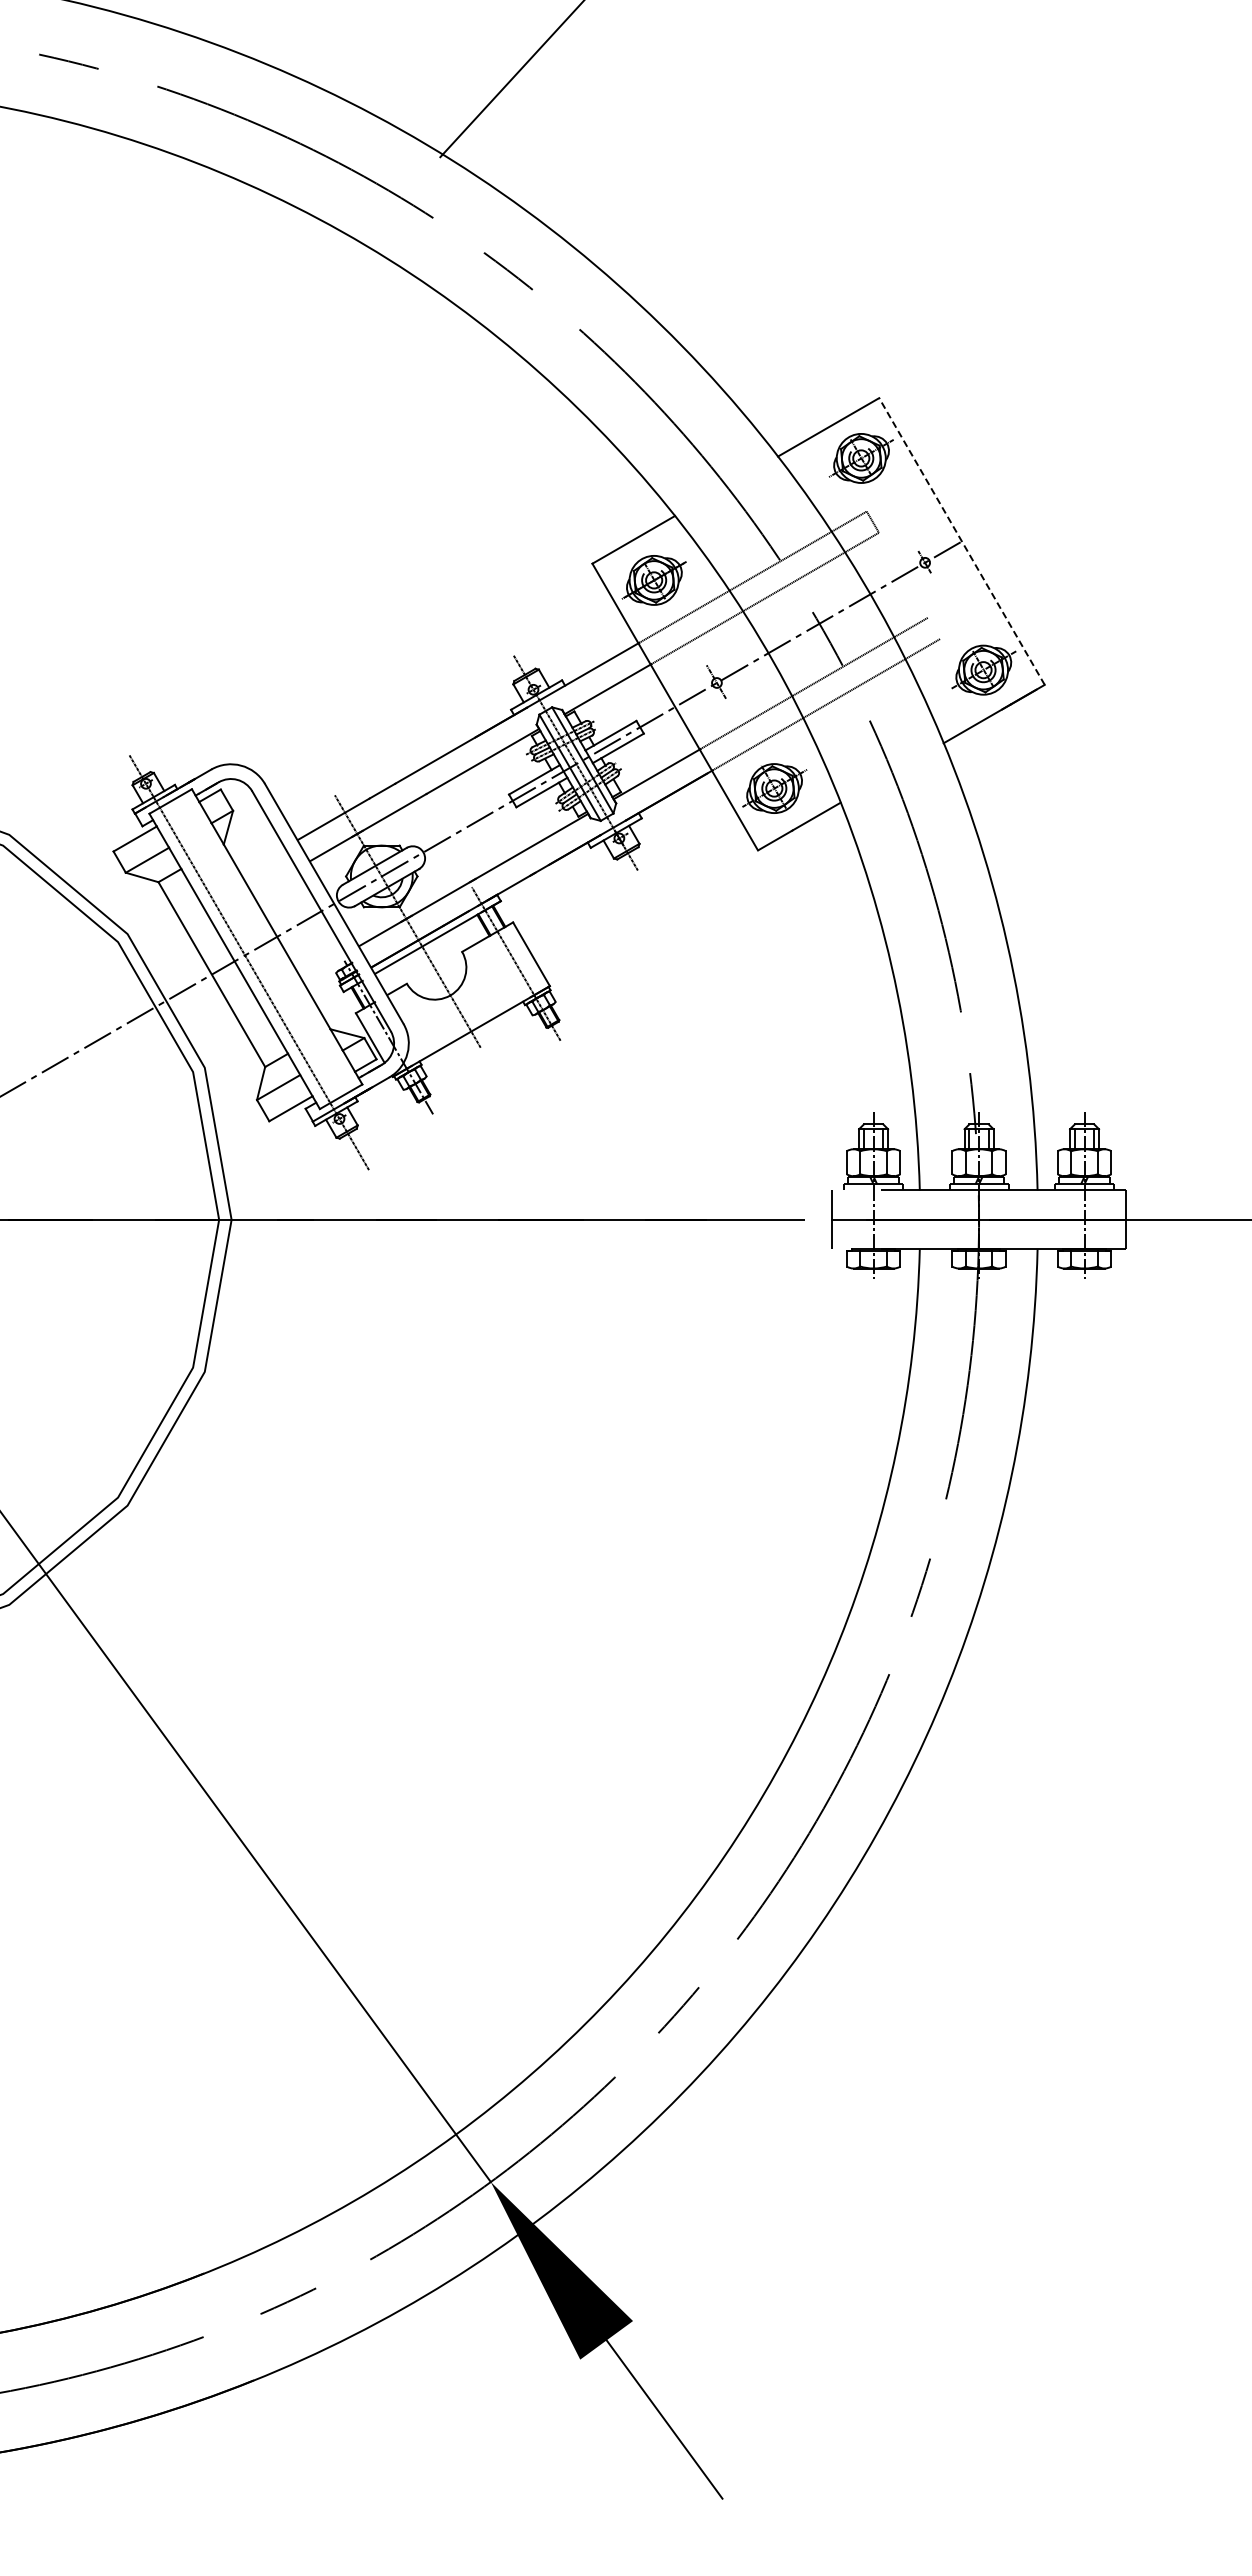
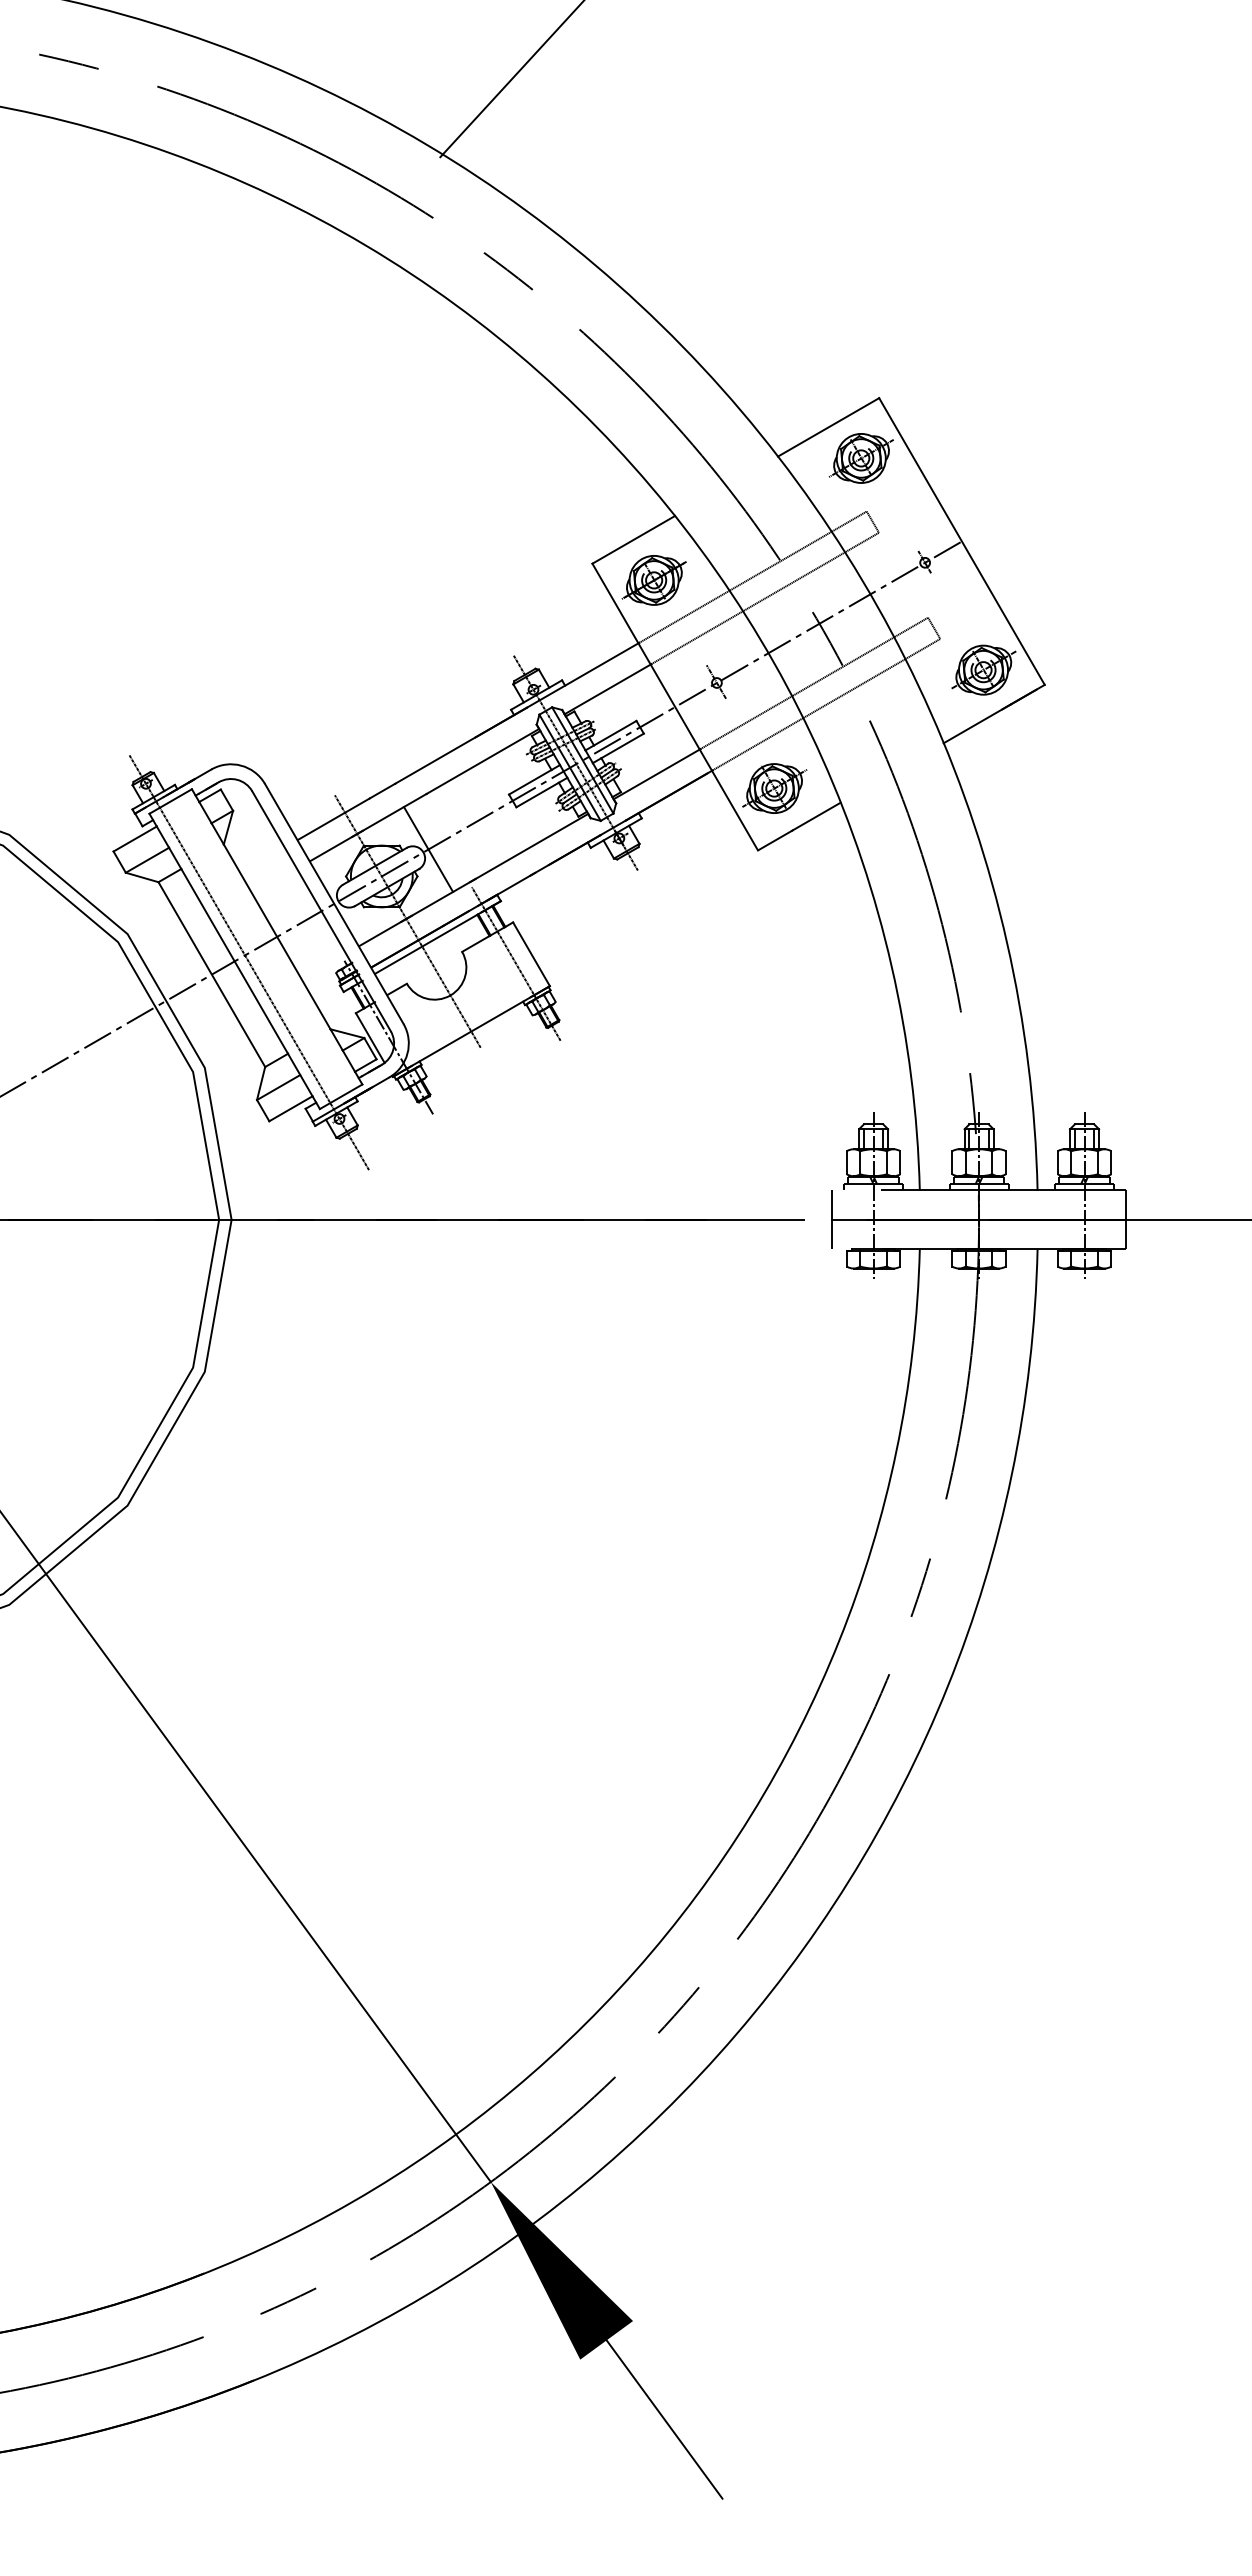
line at (961, 541): dashed -> solid
line at (934, 627): none -> present
line at (428, 849): none -> present
